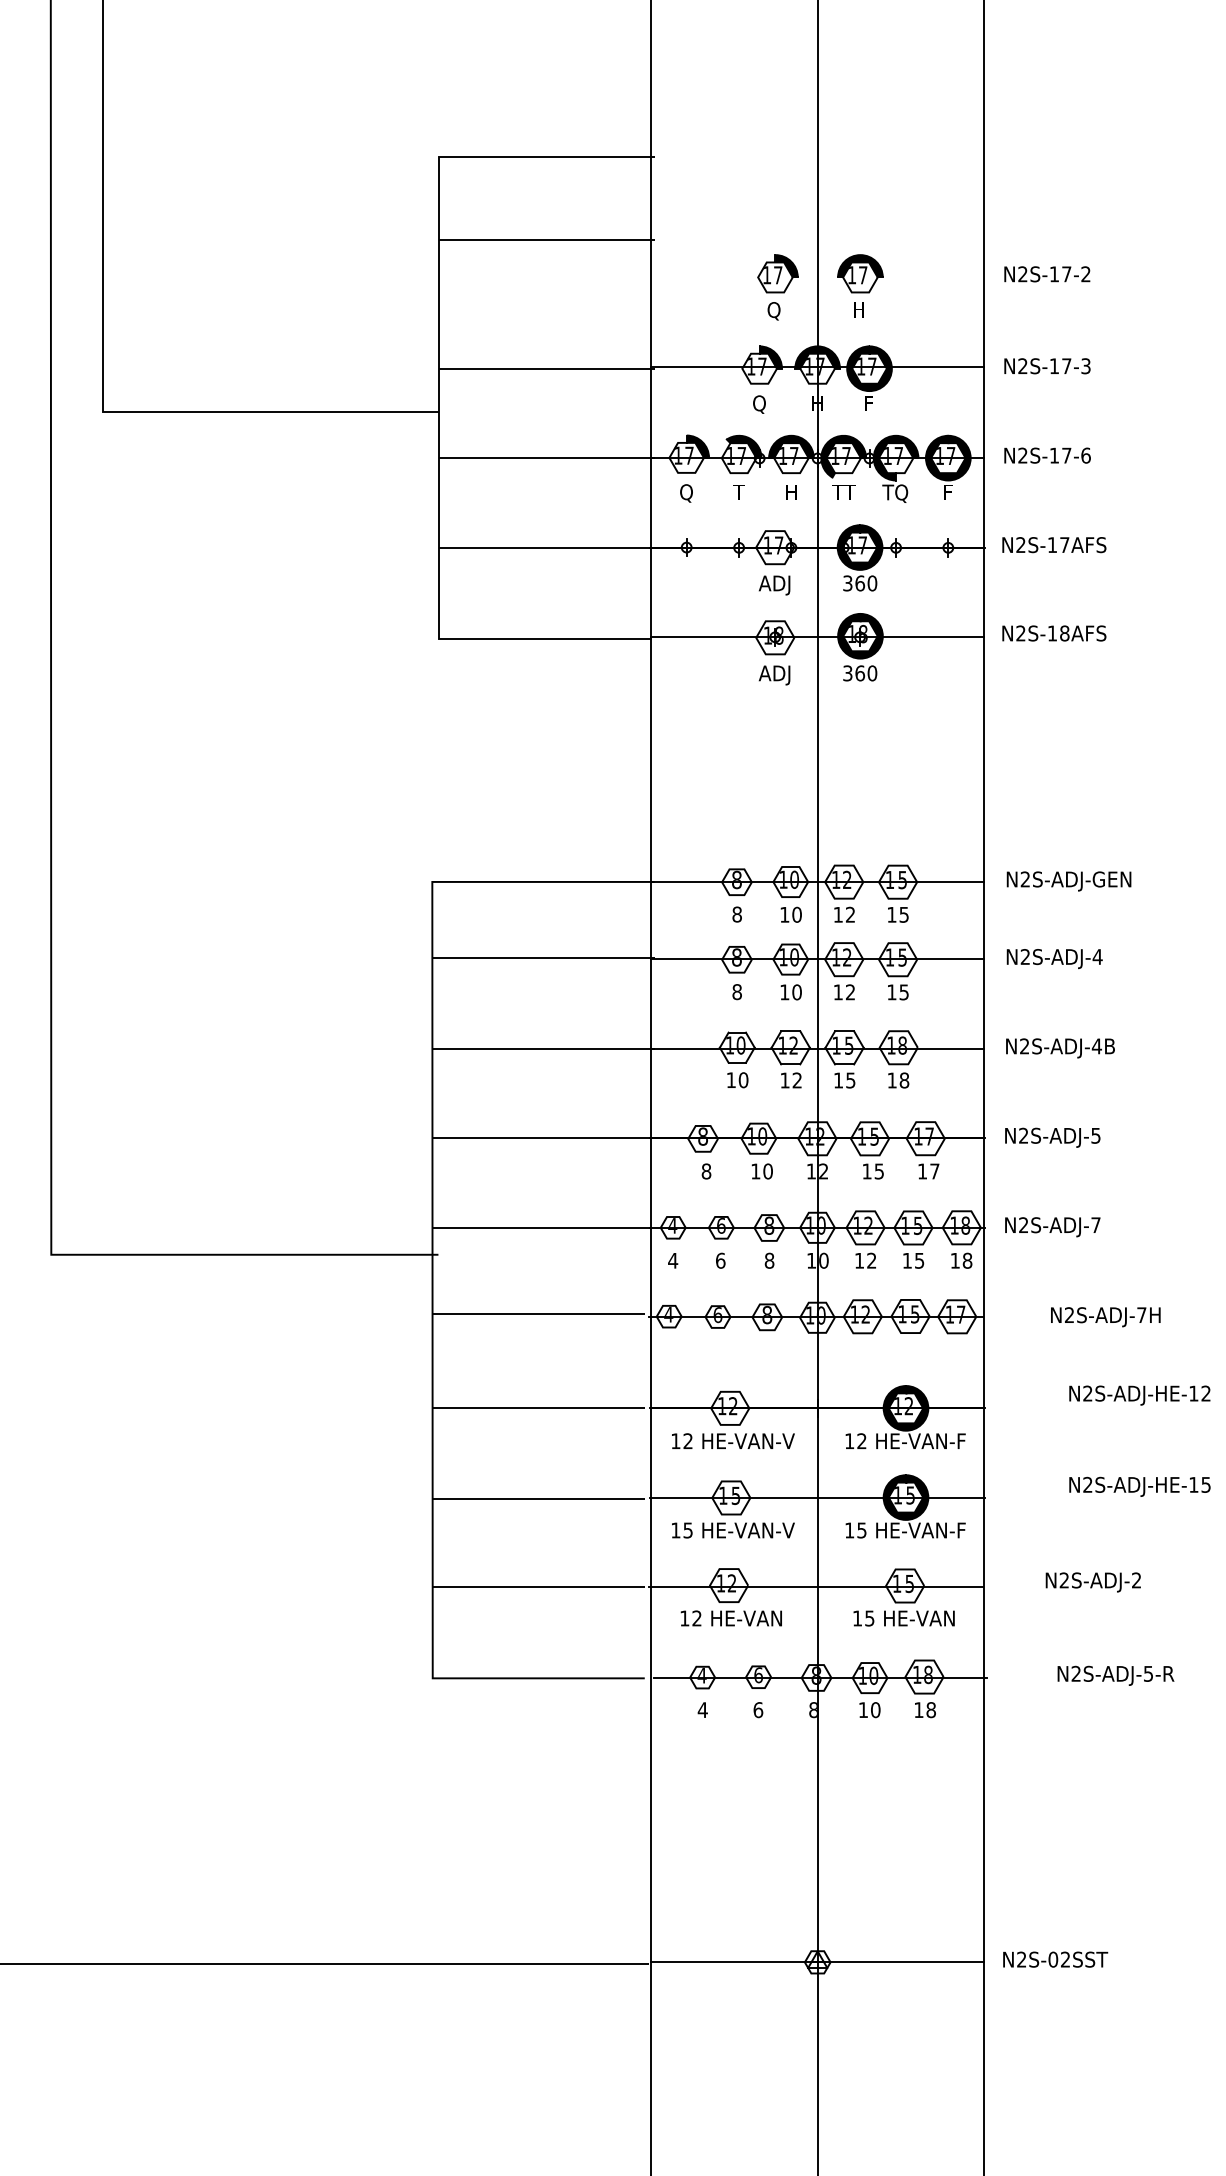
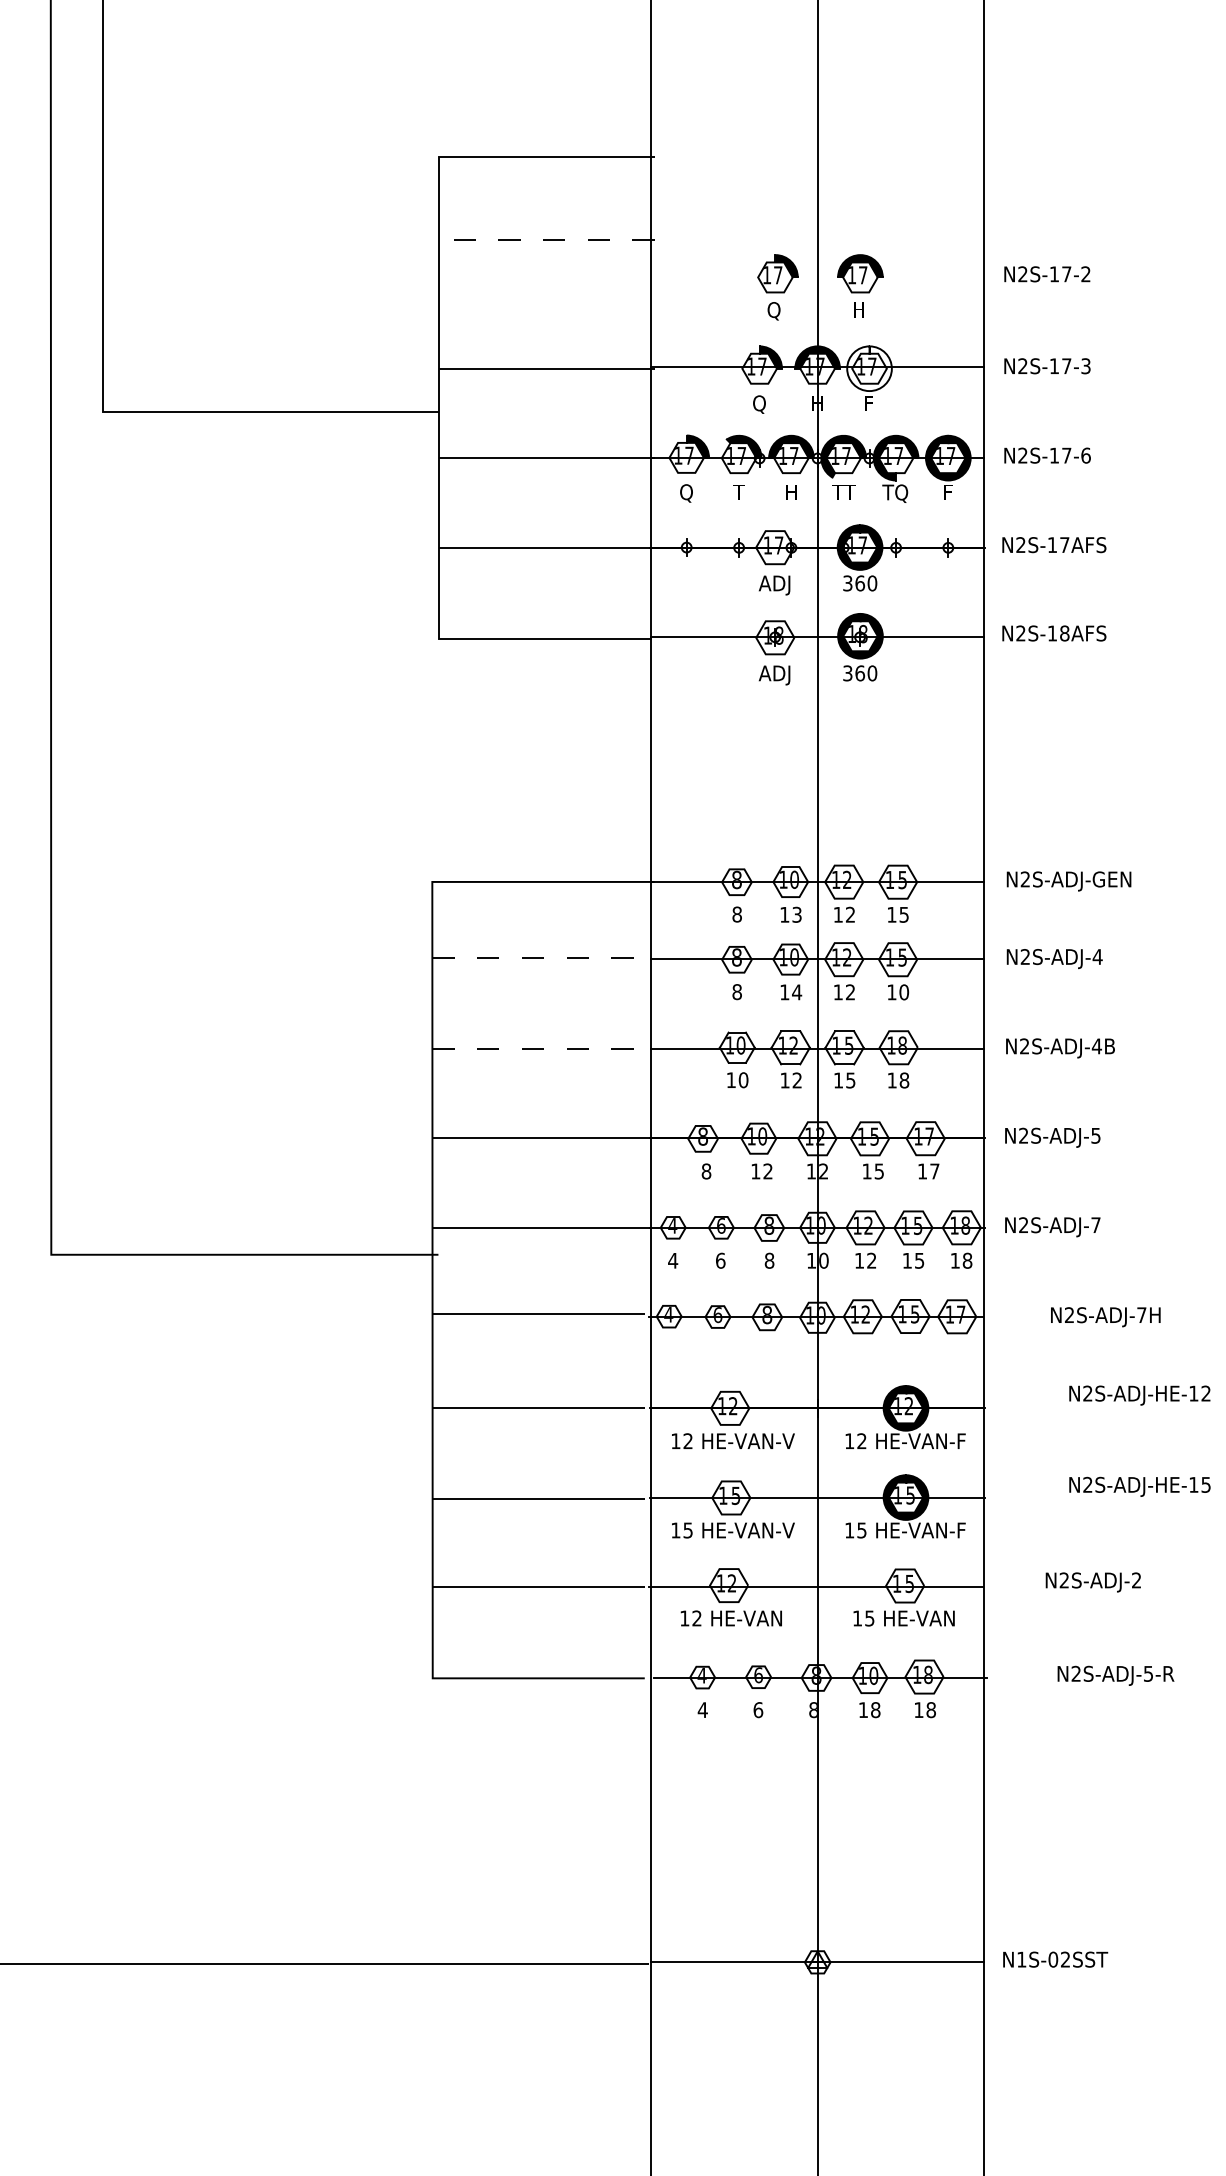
line at (546, 240): solid -> dashed
fill at (869, 368): present -> none
text at (796, 914): 10 -> 13
line at (544, 958): solid -> dashed
text at (797, 992): 10 -> 14
text at (904, 992): 15 -> 10
line at (544, 1048): solid -> dashed
text at (767, 1171): 10 -> 12
text at (875, 1709): 10 -> 18
text at (1021, 1959): N2S-02SST -> N1S-02SST
